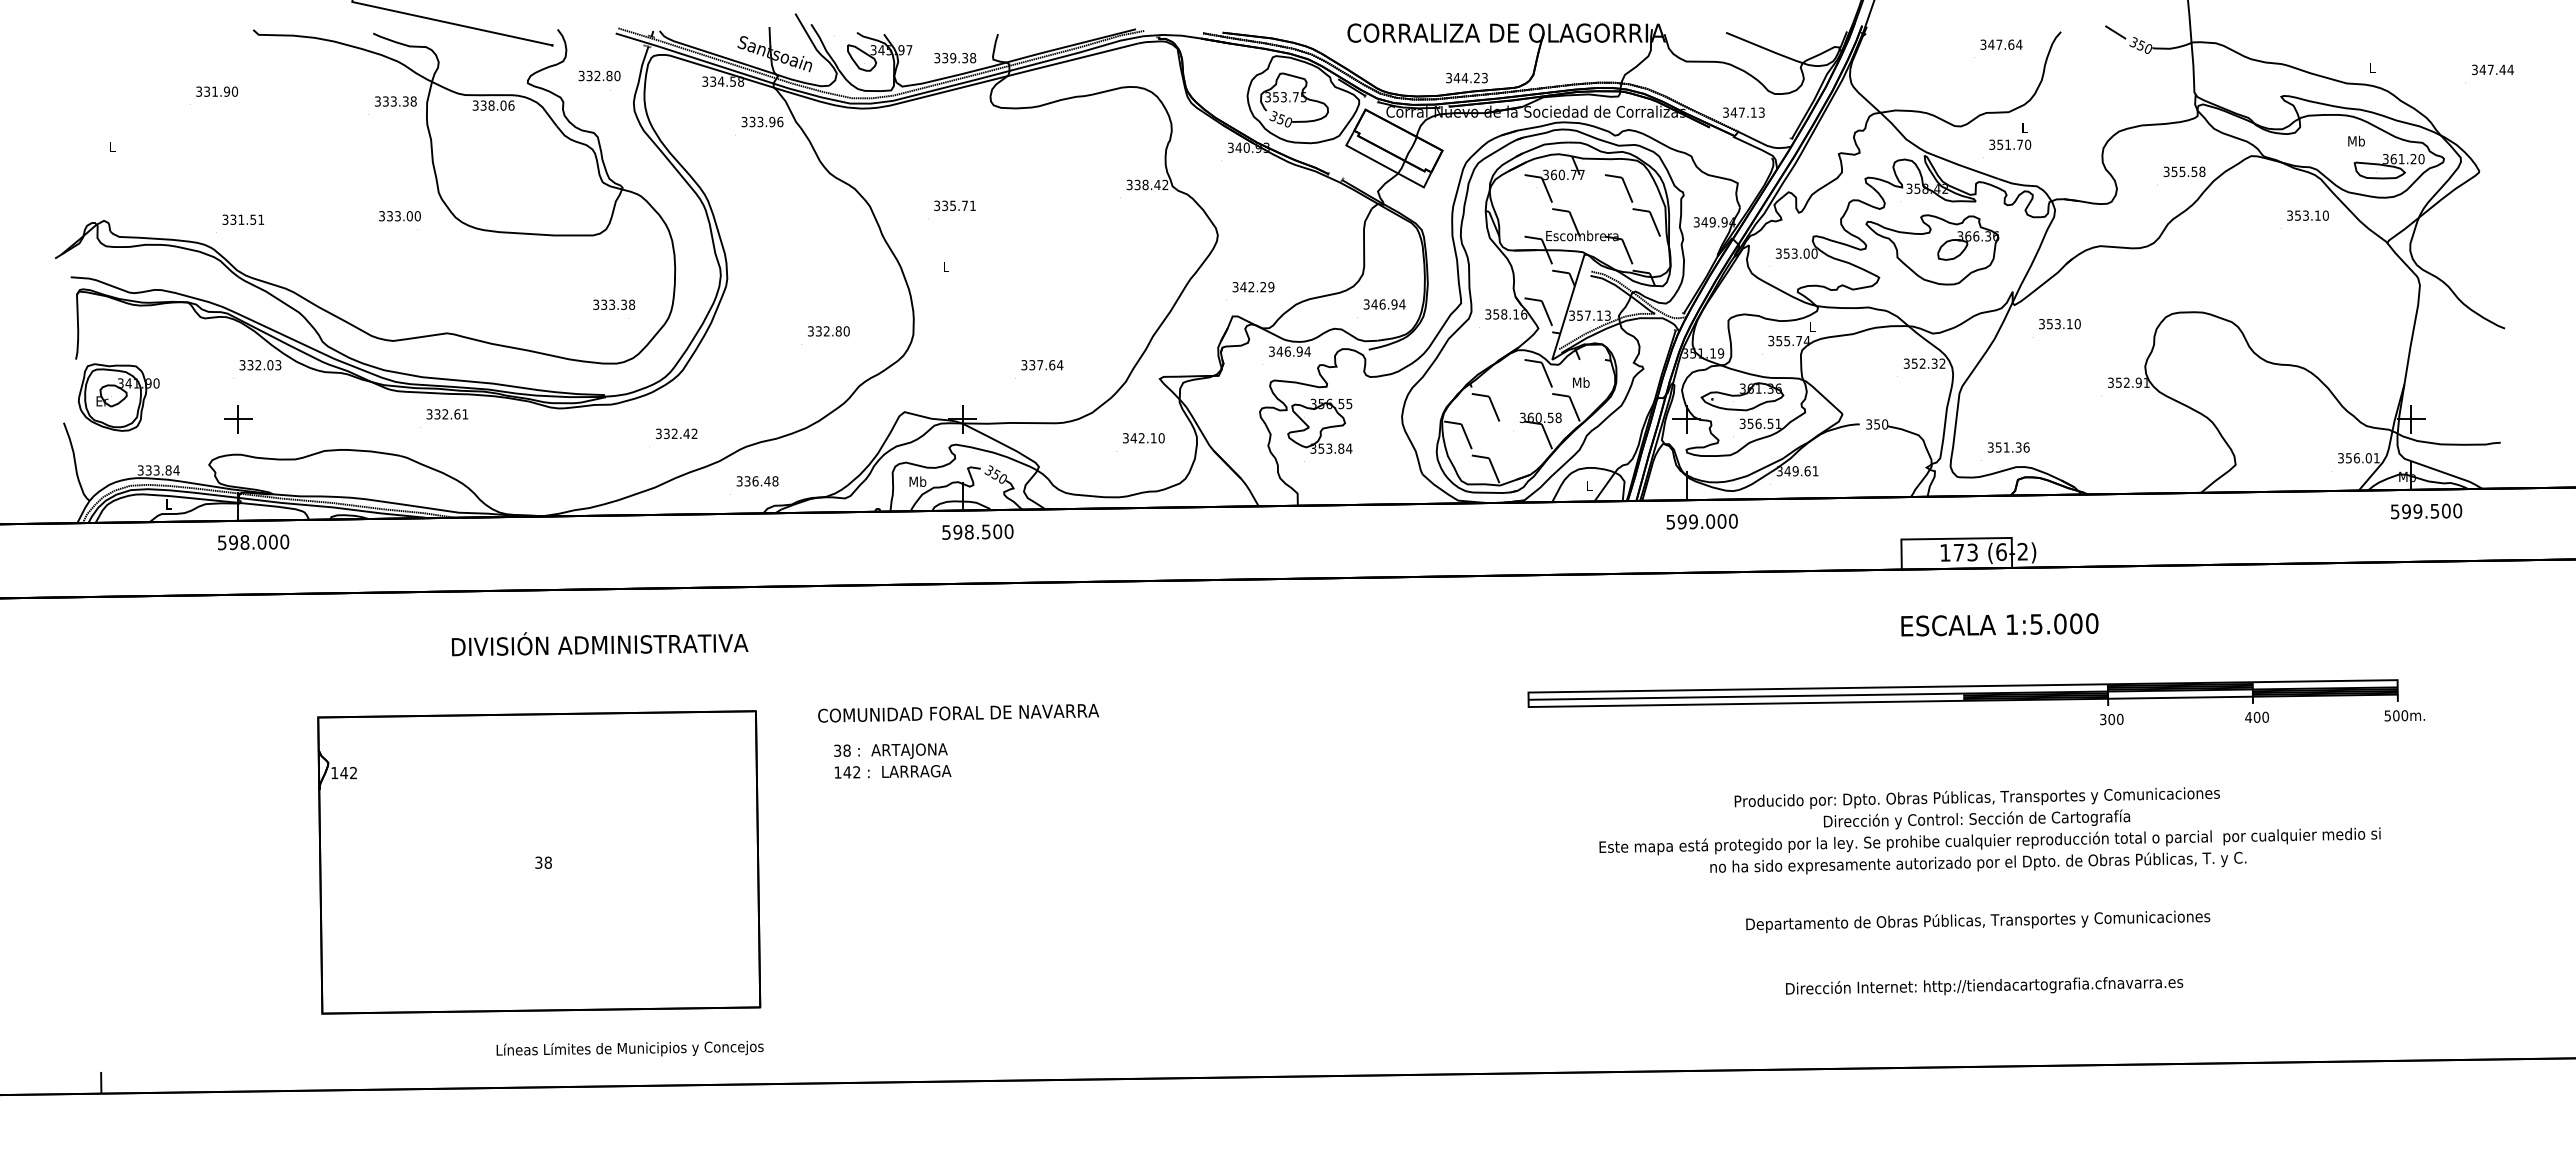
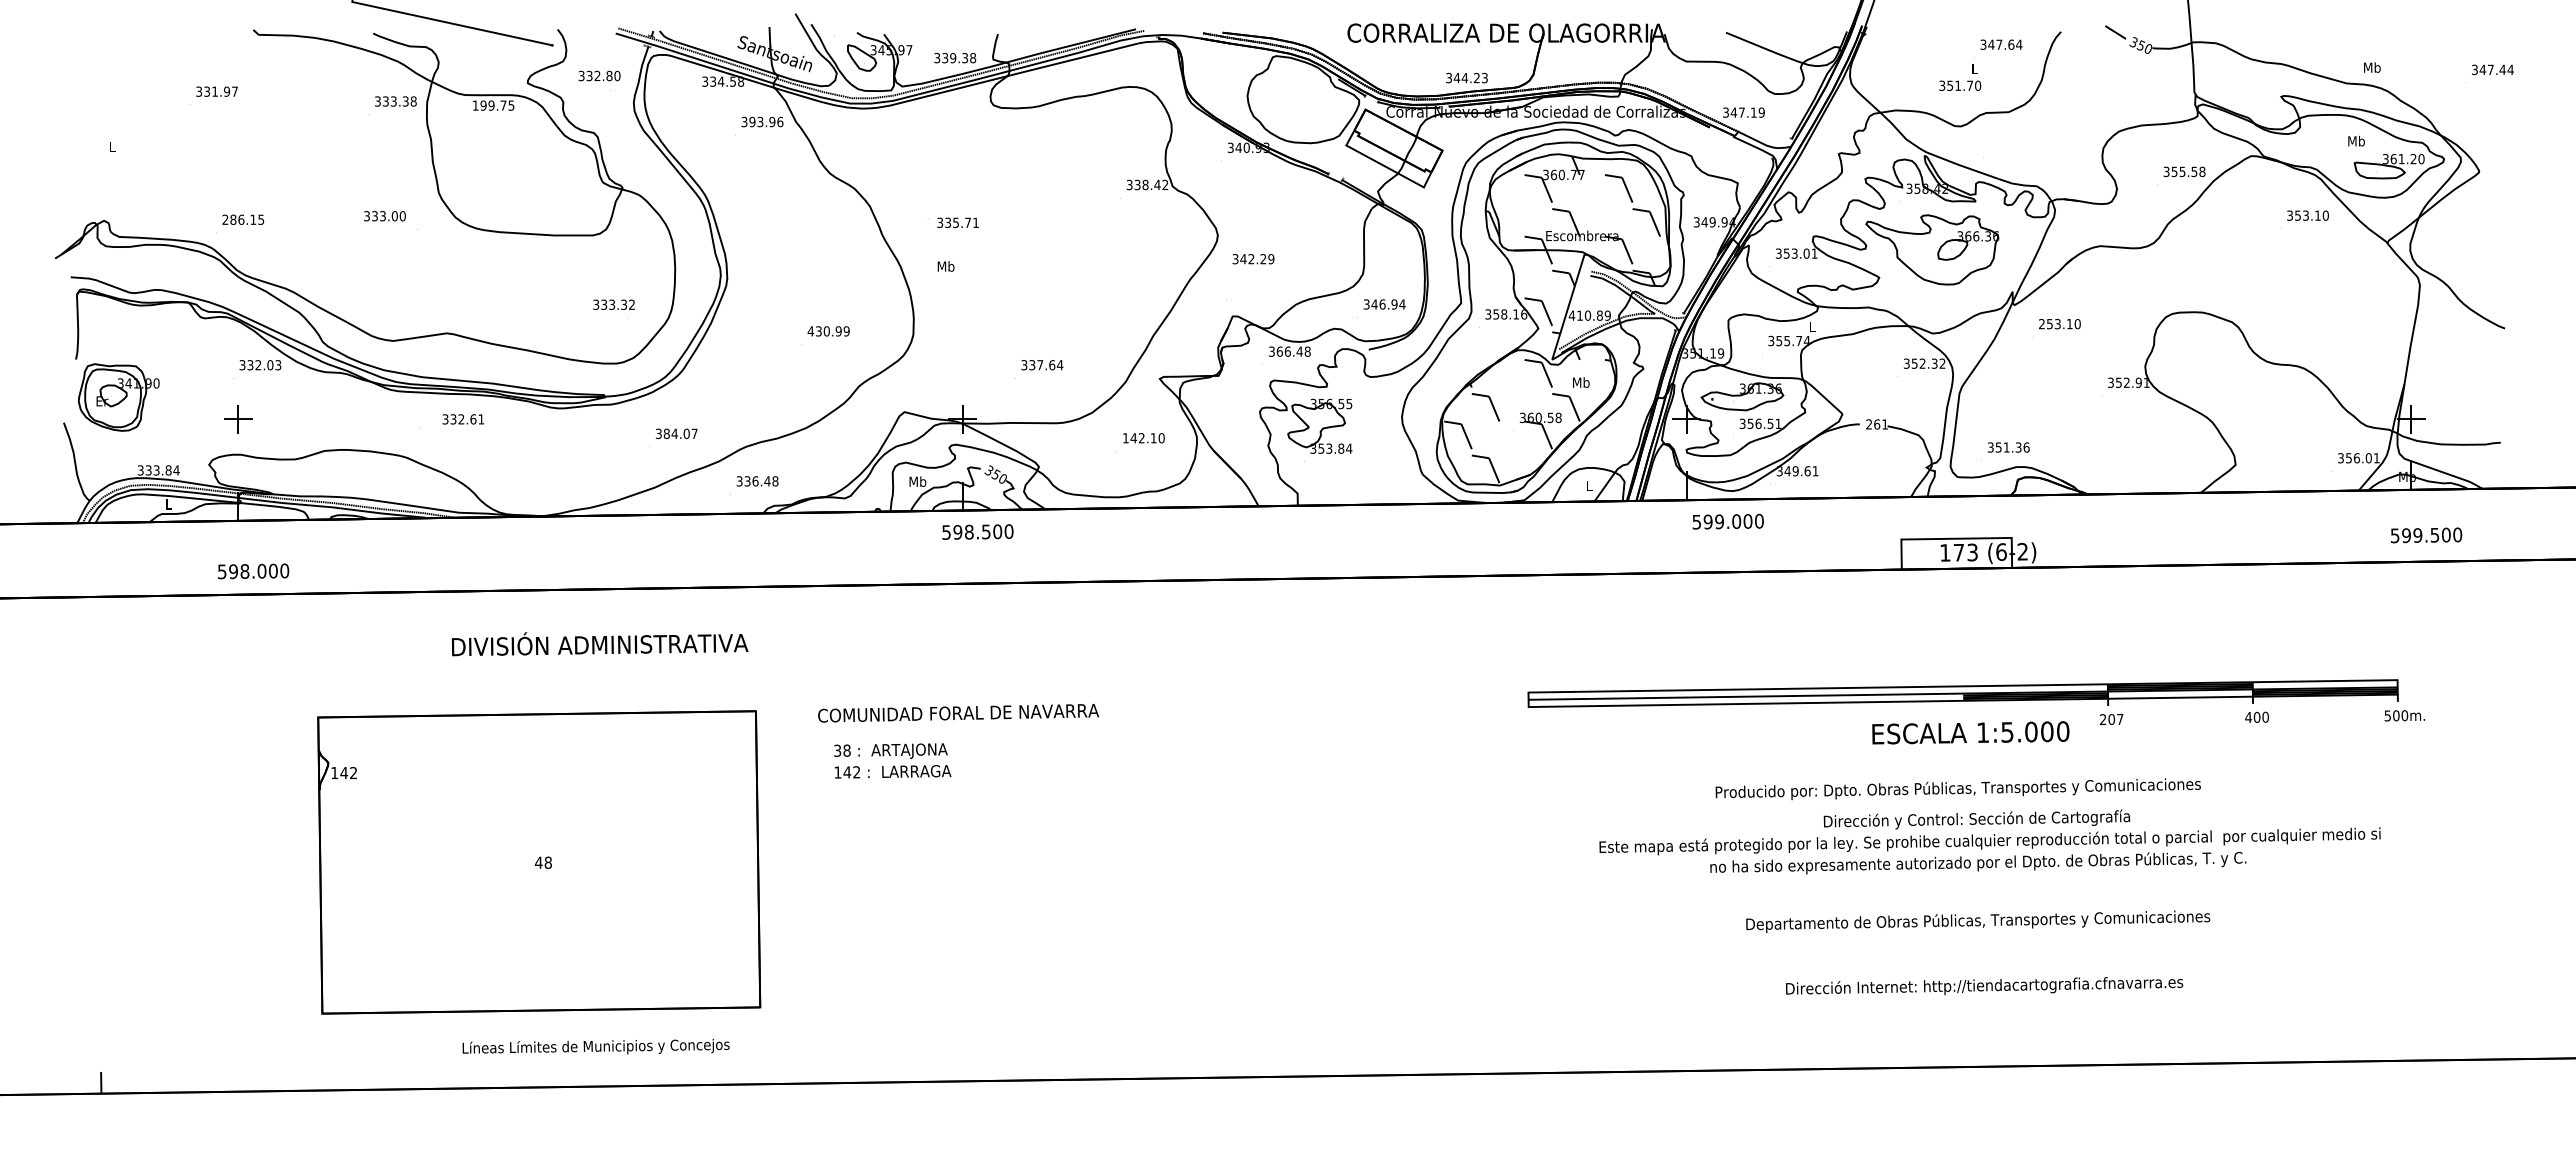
text at (2372, 67): L -> Mb
text at (234, 91): 331.90 -> 331.97
part at (1294, 99): present -> none
text at (493, 105): 338.06 -> 199.75
text at (1761, 112): 347.13 -> 347.19
text at (752, 121): 333.96 -> 393.96
text at (2010, 136) position: (2010, 136) -> (1960, 77)
text at (954, 205) position: (954, 205) -> (957, 222)
text at (399, 216) position: (399, 216) -> (384, 216)
text at (243, 219): 331.51 -> 286.15
text at (1814, 253): 353.00 -> 353.01
text at (945, 266): L -> Mb
text at (1253, 287) position: (1253, 287) -> (1253, 259)
text at (632, 304): 333.38 -> 333.32
text at (1589, 315): 357.13 -> 410.89
text at (2041, 324): 353.10 -> 253.10
text at (828, 331): 332.80 -> 430.99
text at (1293, 351): 346.94 -> 366.48
text at (447, 414) position: (447, 414) -> (463, 419)
text at (1877, 424): 350 -> 261
text at (680, 433): 332.42 -> 384.07
text at (1125, 438): 342.10 -> 142.10
text at (2426, 511) position: (2426, 511) -> (2426, 535)
text at (1701, 521) position: (1701, 521) -> (1727, 521)
text at (253, 542) position: (253, 542) -> (253, 571)
text at (1999, 624) position: (1999, 624) -> (1970, 732)
text at (2111, 719): 300 -> 207
text at (1976, 798) position: (1976, 798) -> (1957, 789)
text at (538, 862): 38 -> 48
text at (629, 1048) position: (629, 1048) -> (595, 1046)
